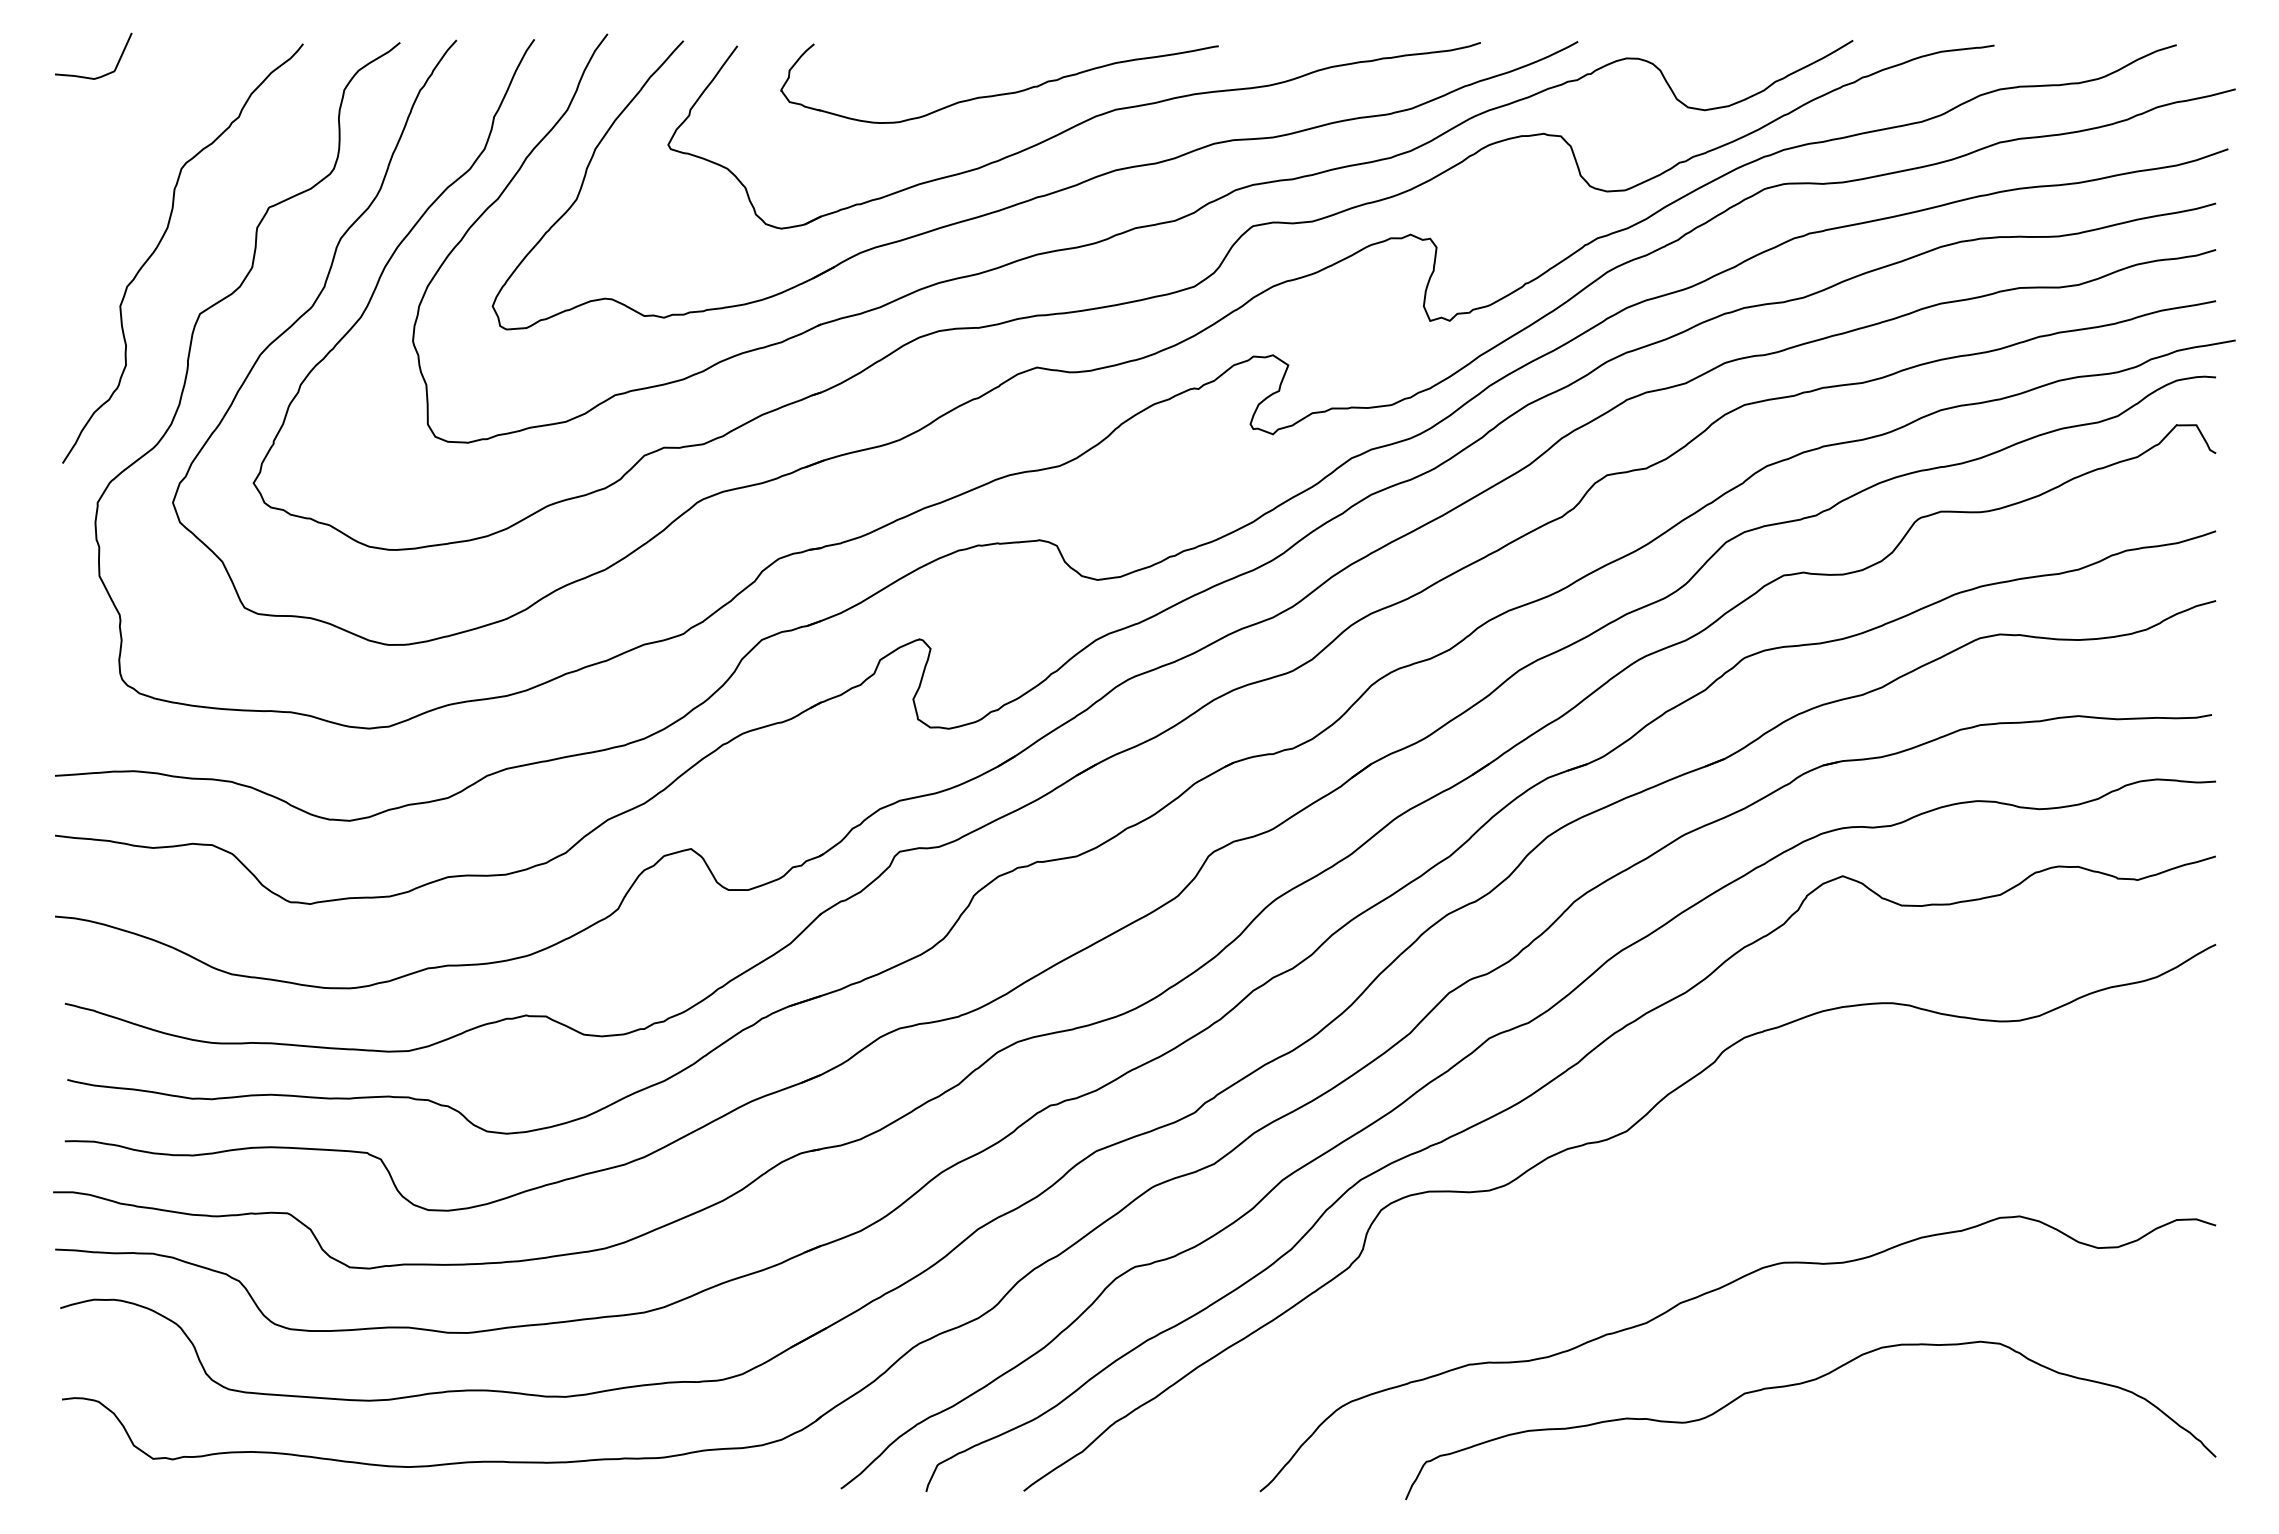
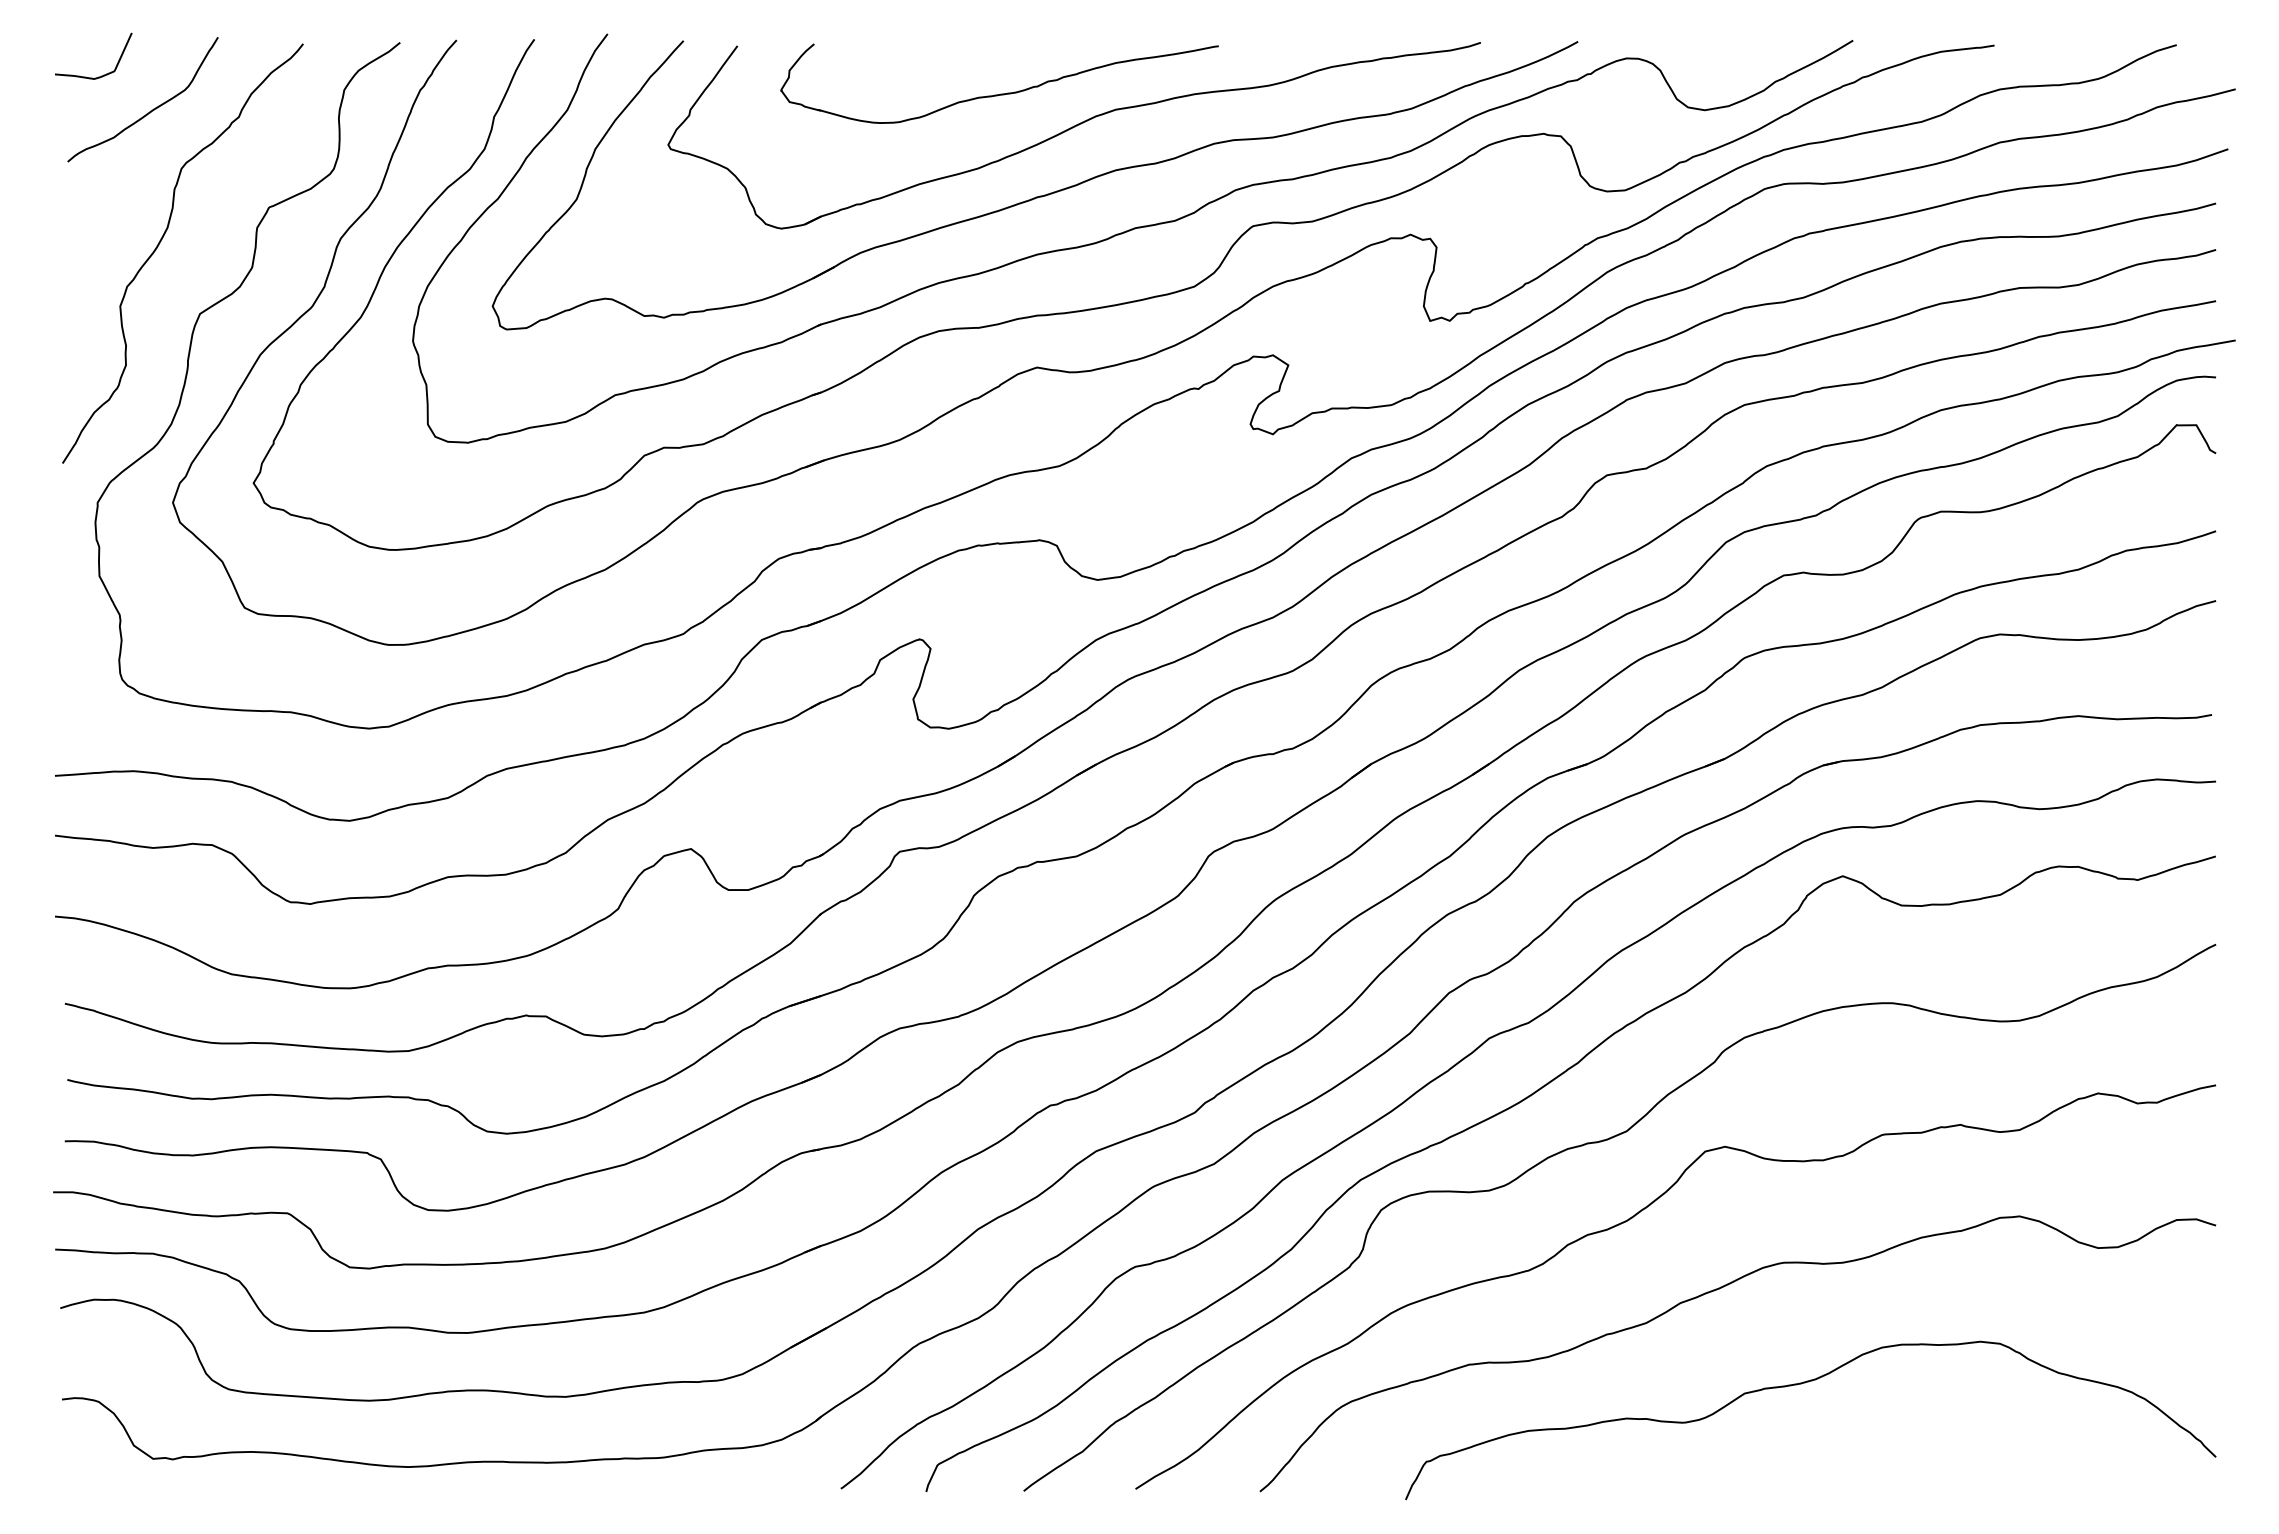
curve at (150, 110): none -> present
curve at (1629, 1220): none -> present
